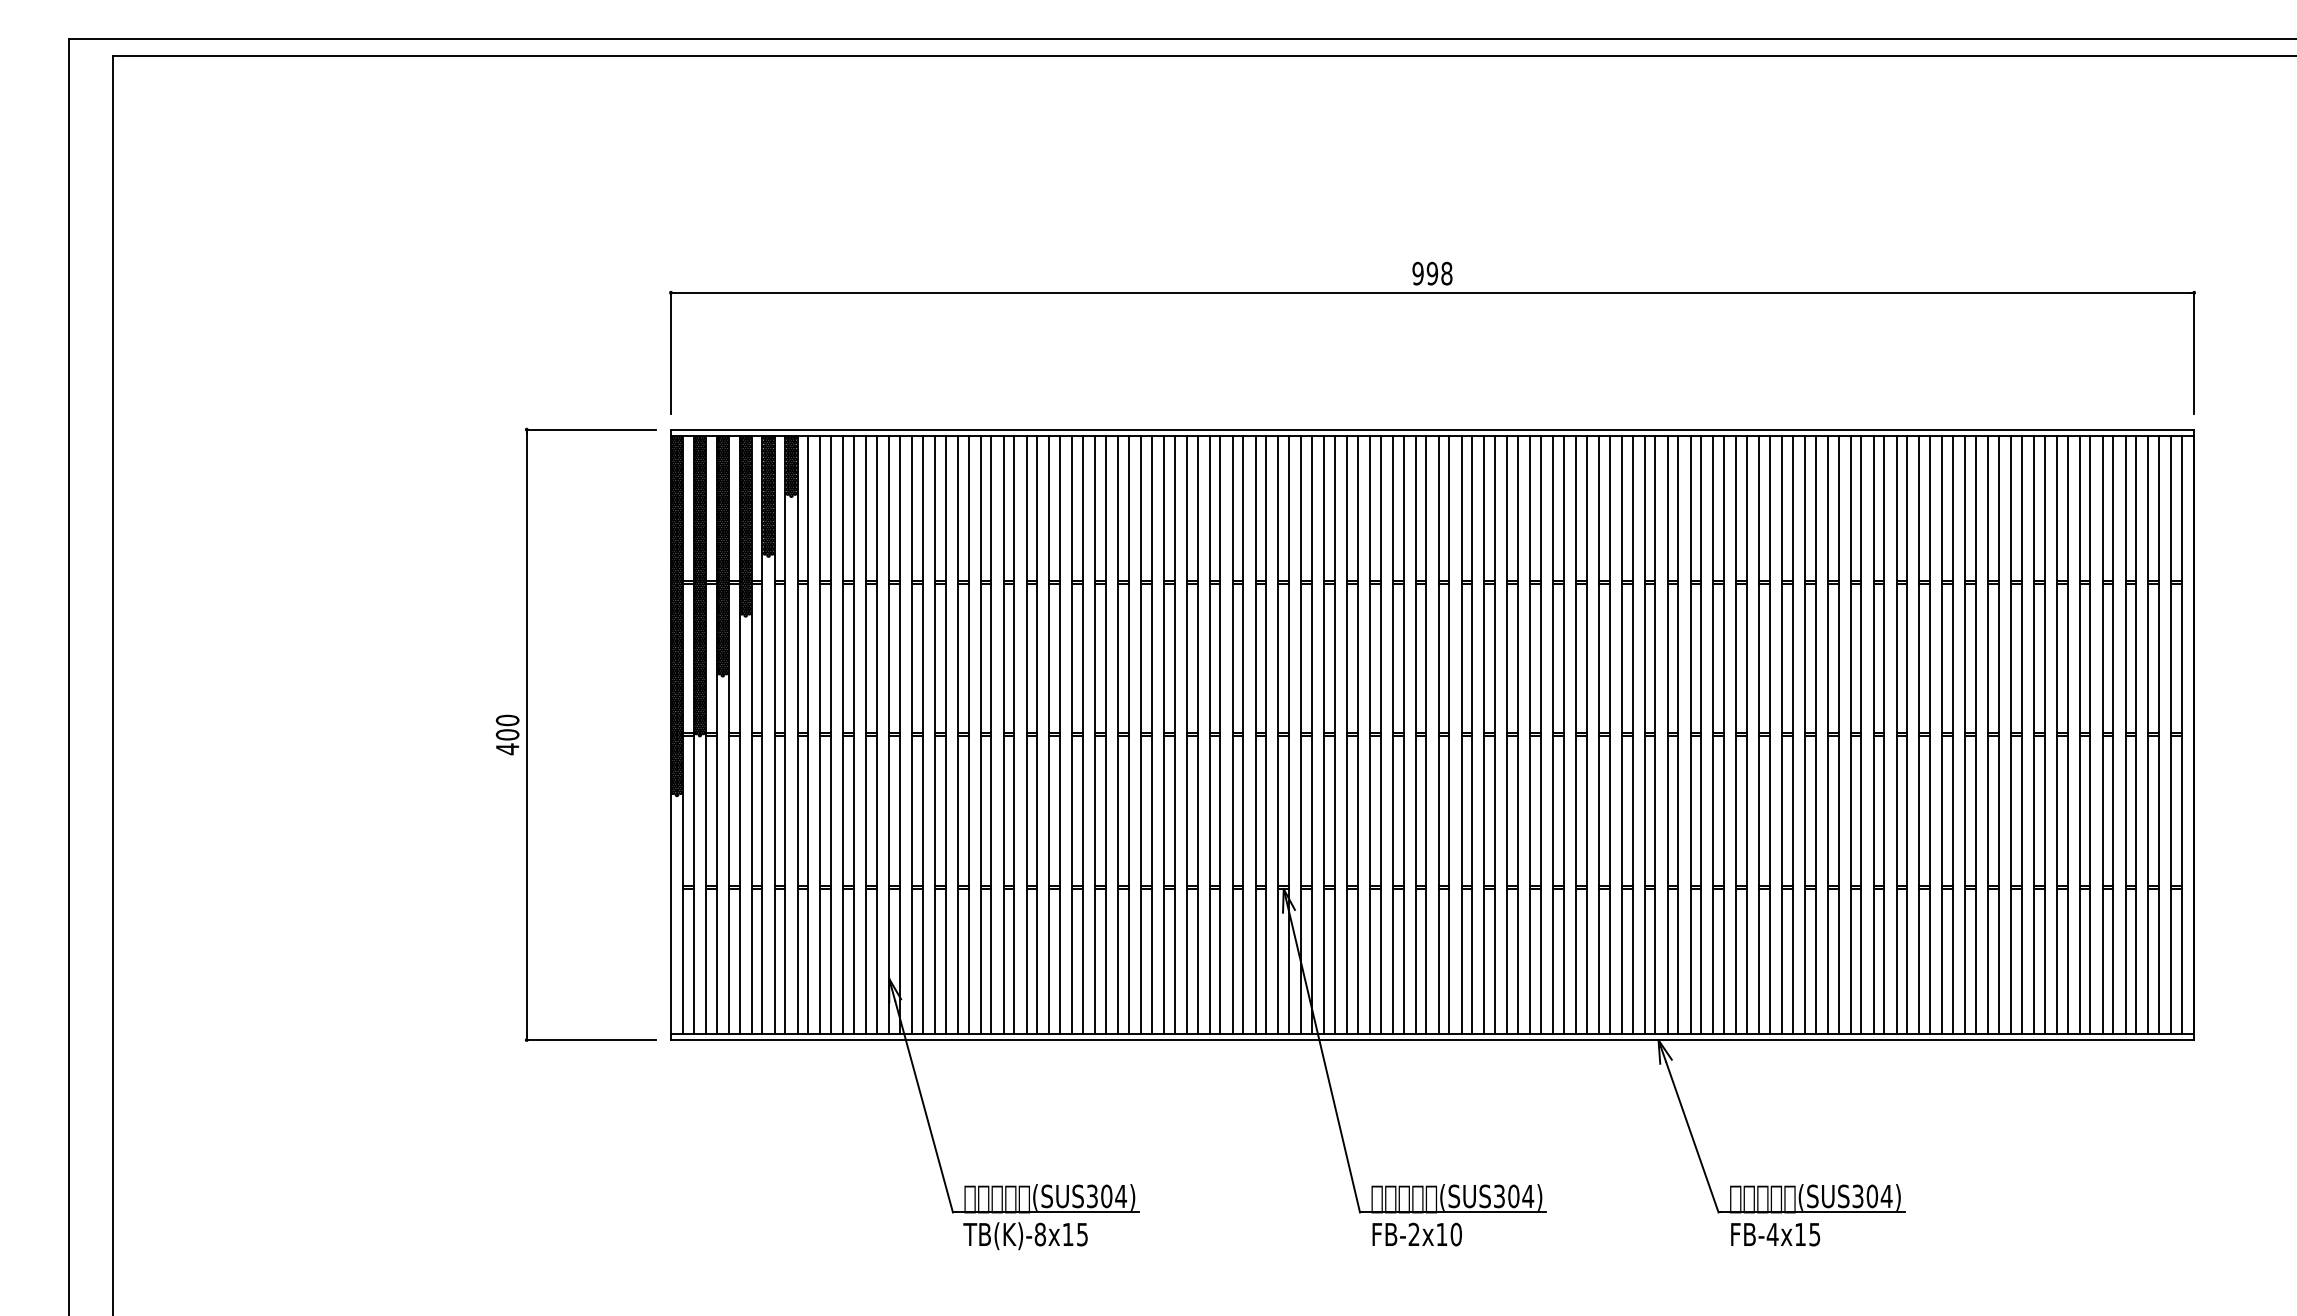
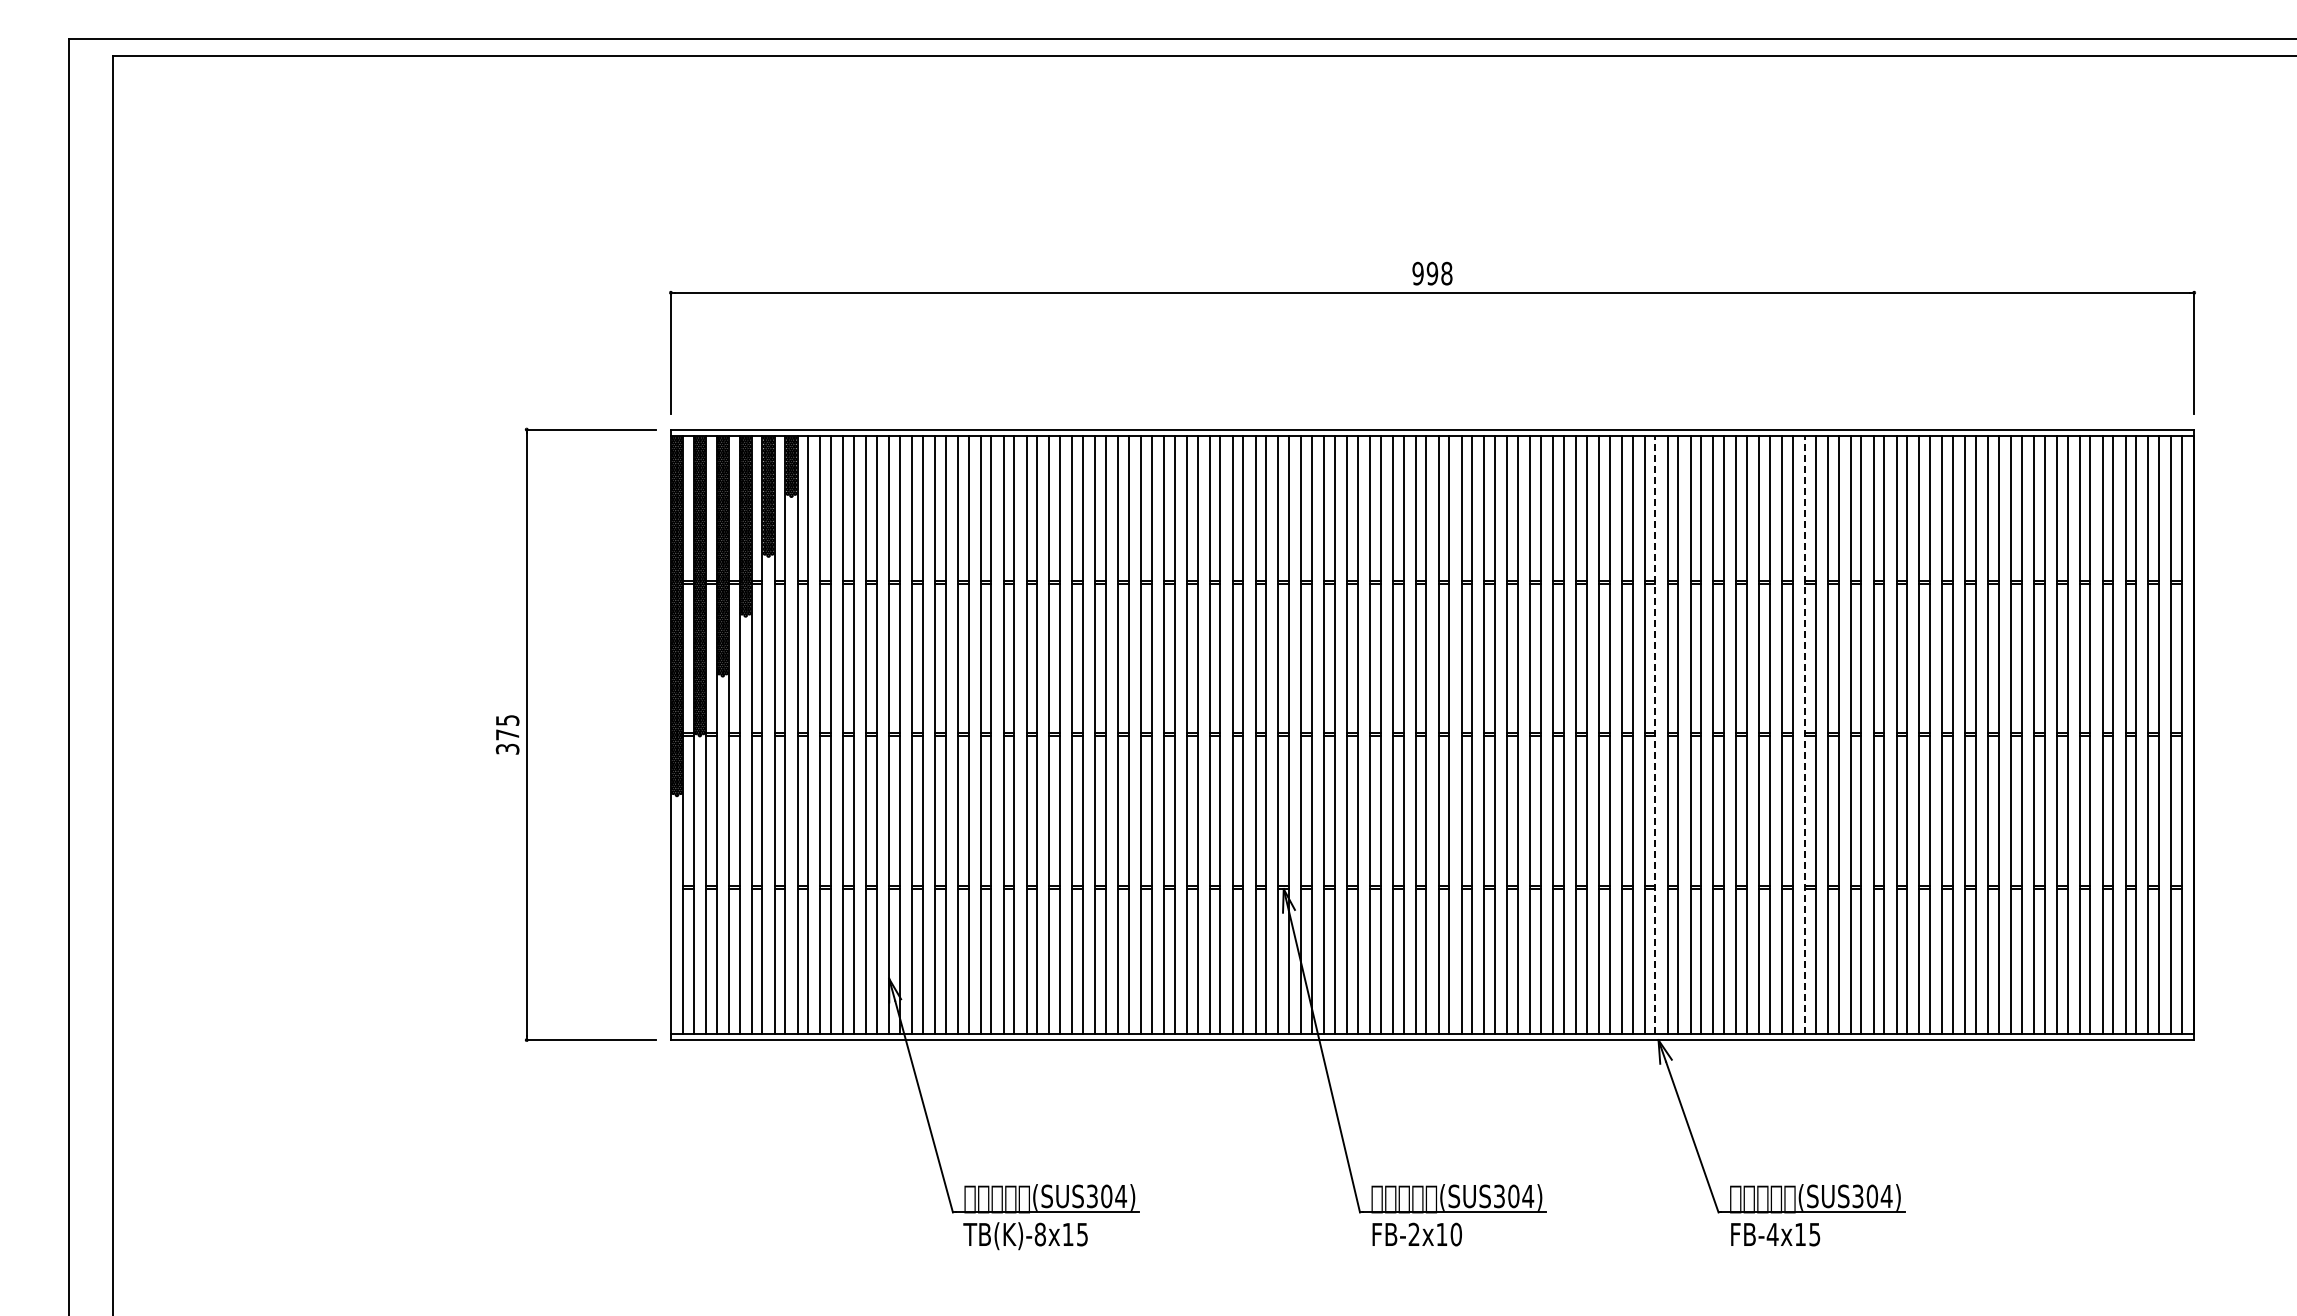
text at (507, 734): 400 -> 375
line at (1655, 734): solid -> dashed
line at (1804, 734): solid -> dashed
